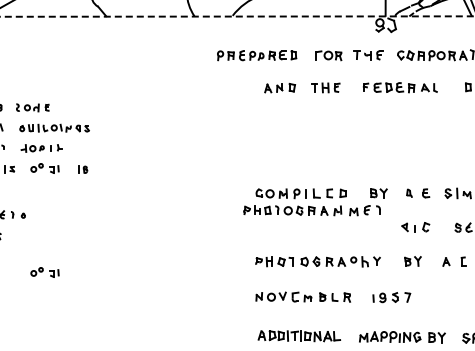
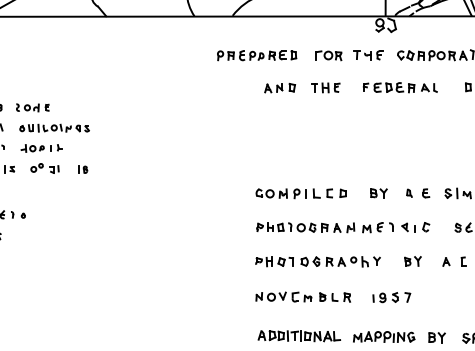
line at (238, 16): dashed -> solid
part at (311, 210) position: (311, 210) -> (324, 227)
part at (44, 272): present -> none
part at (390, 336) position: (390, 336) -> (384, 336)
